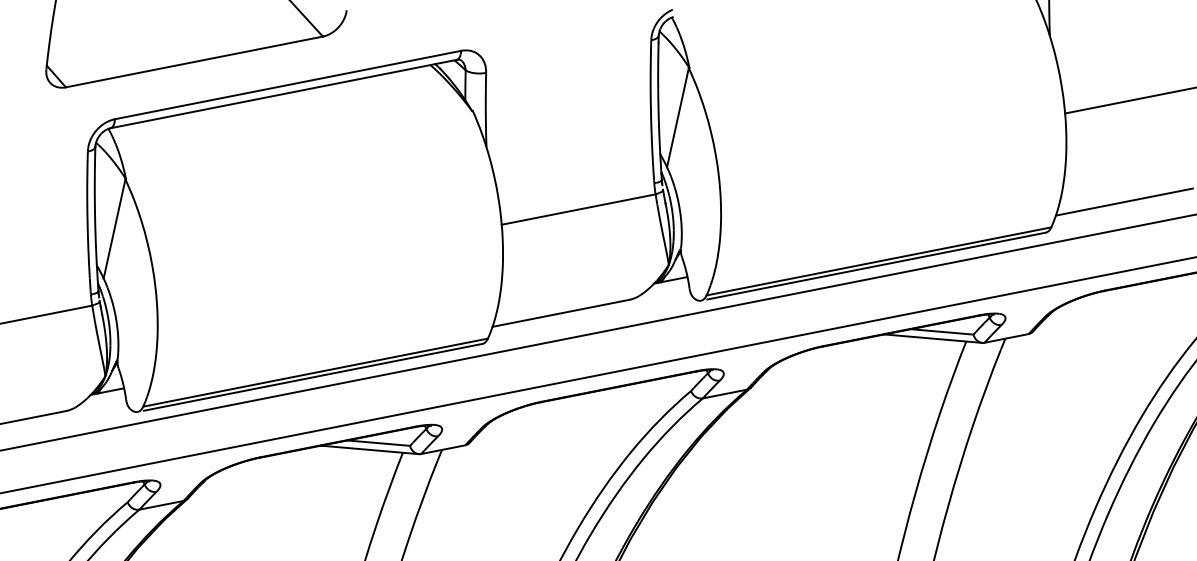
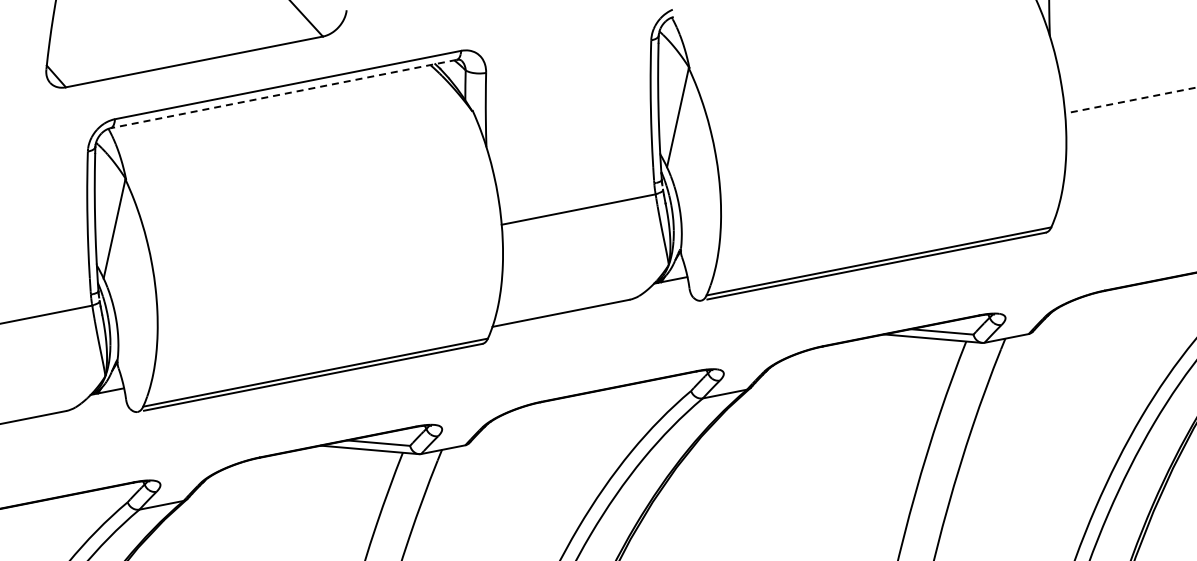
line at (282, 94): solid -> dashed
line at (1130, 100): solid -> dashed
line at (1123, 201): present -> none
line at (597, 332): present -> none
line at (597, 374): present -> none
